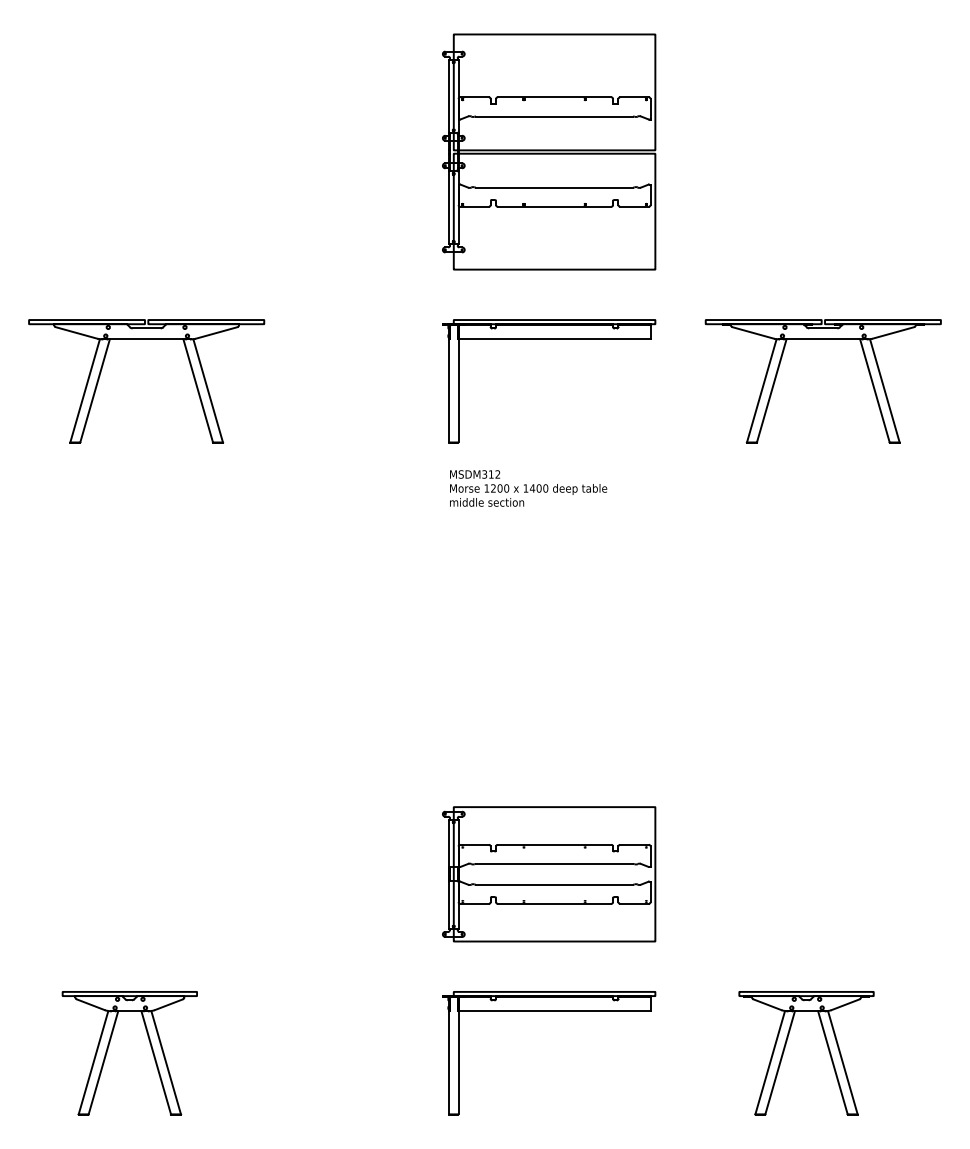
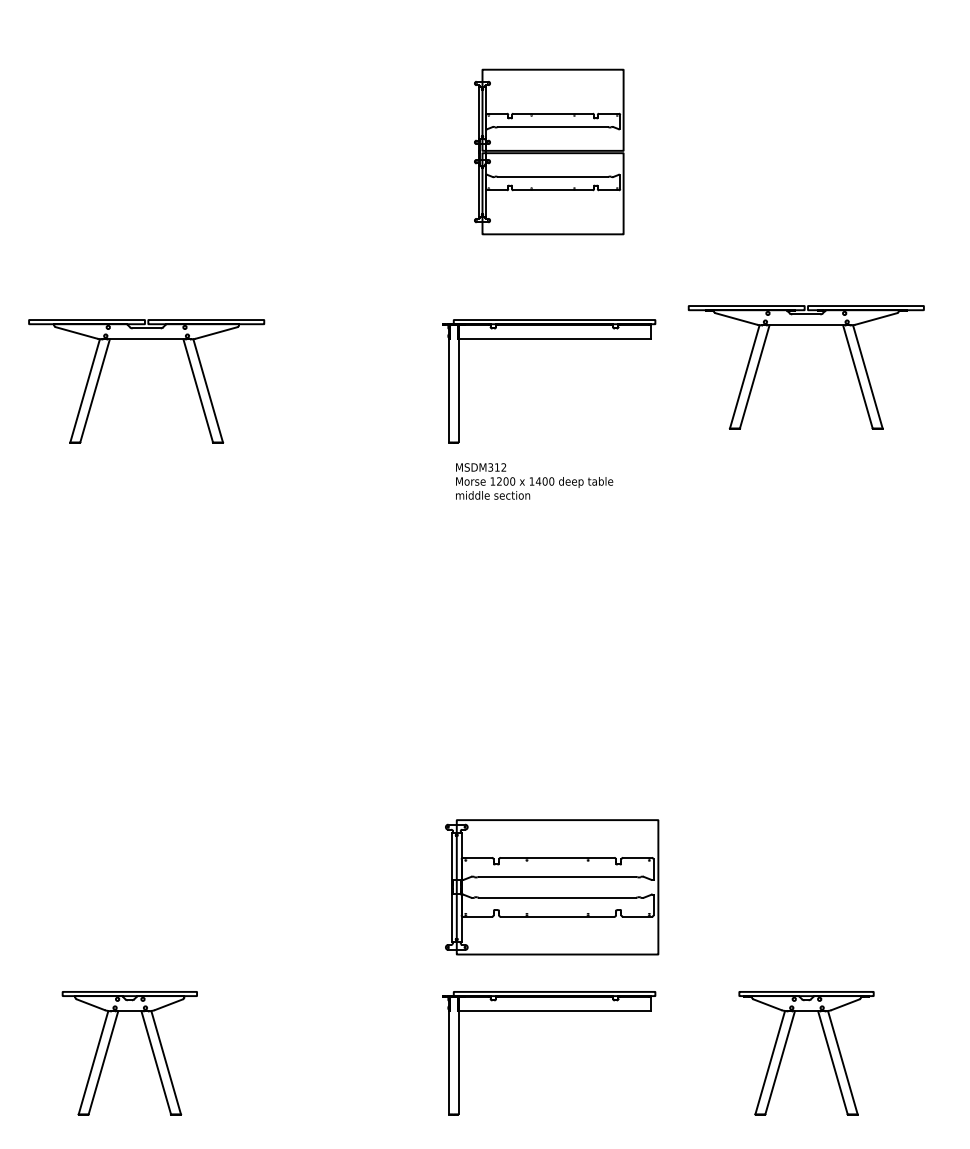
part at (549, 151) size: 215x238 px -> 151x168 px
part at (822, 339) position: (822, 339) -> (805, 325)
text at (528, 488) position: (528, 488) -> (534, 481)
part at (549, 874) position: (549, 874) -> (552, 887)
